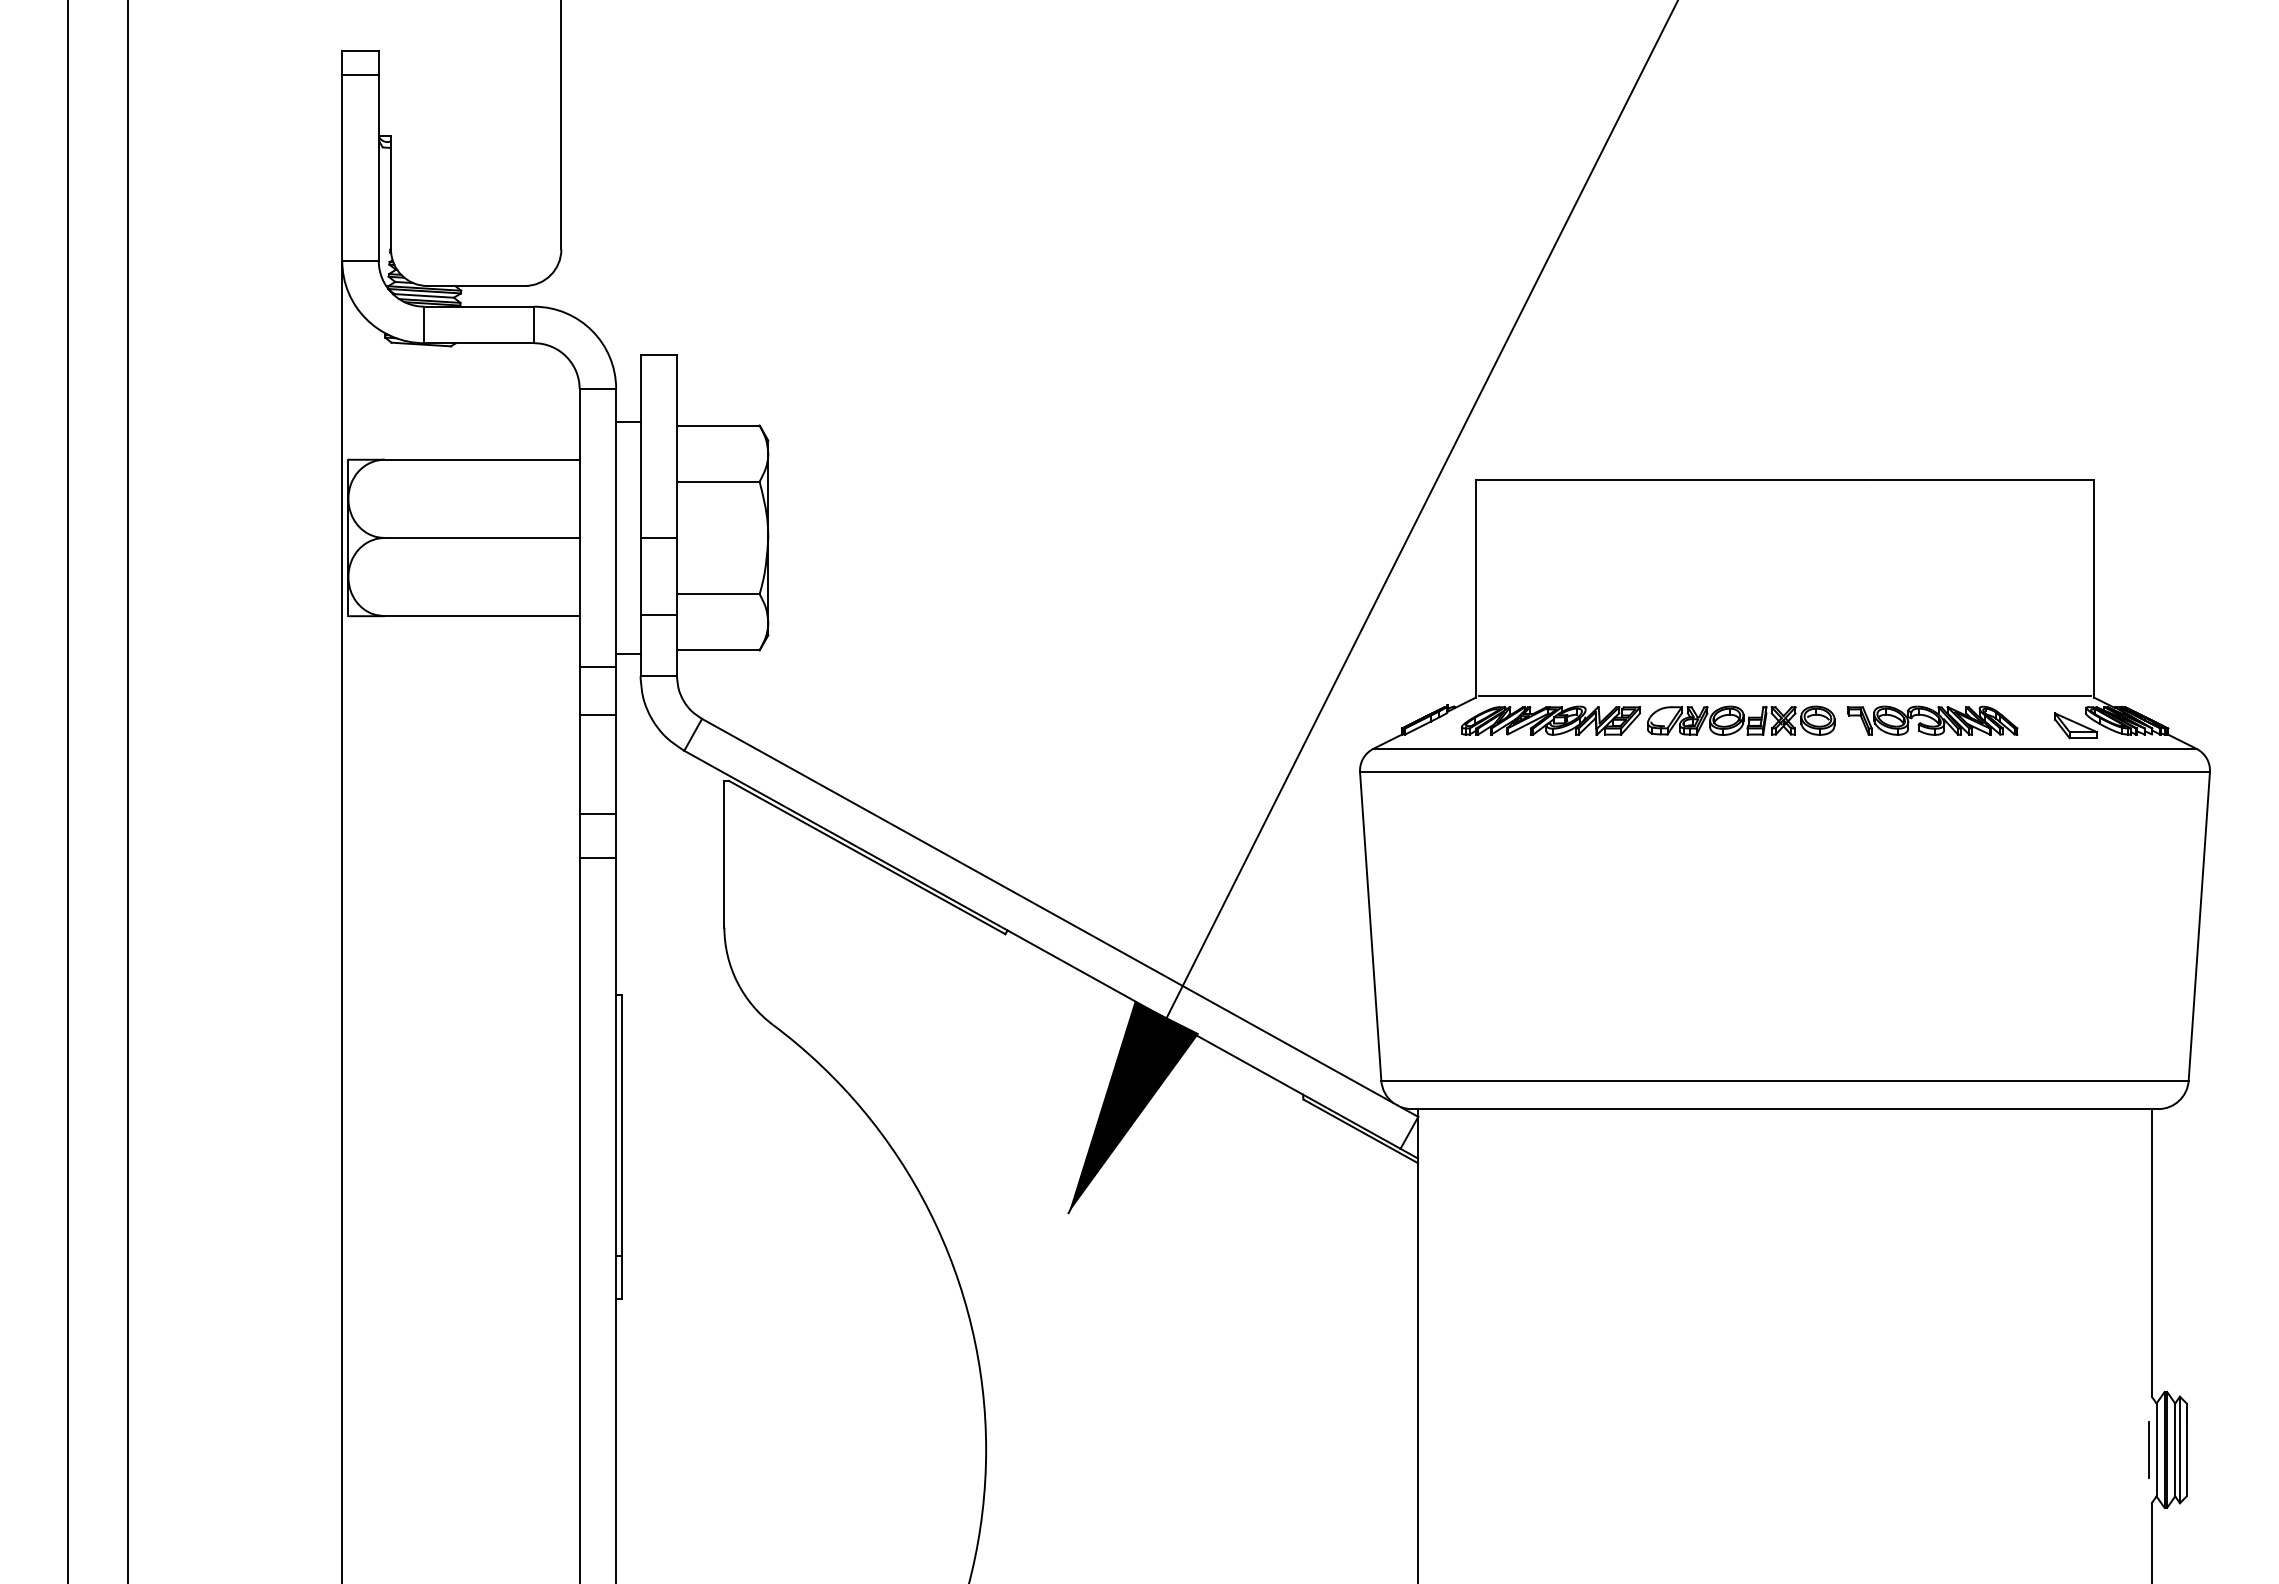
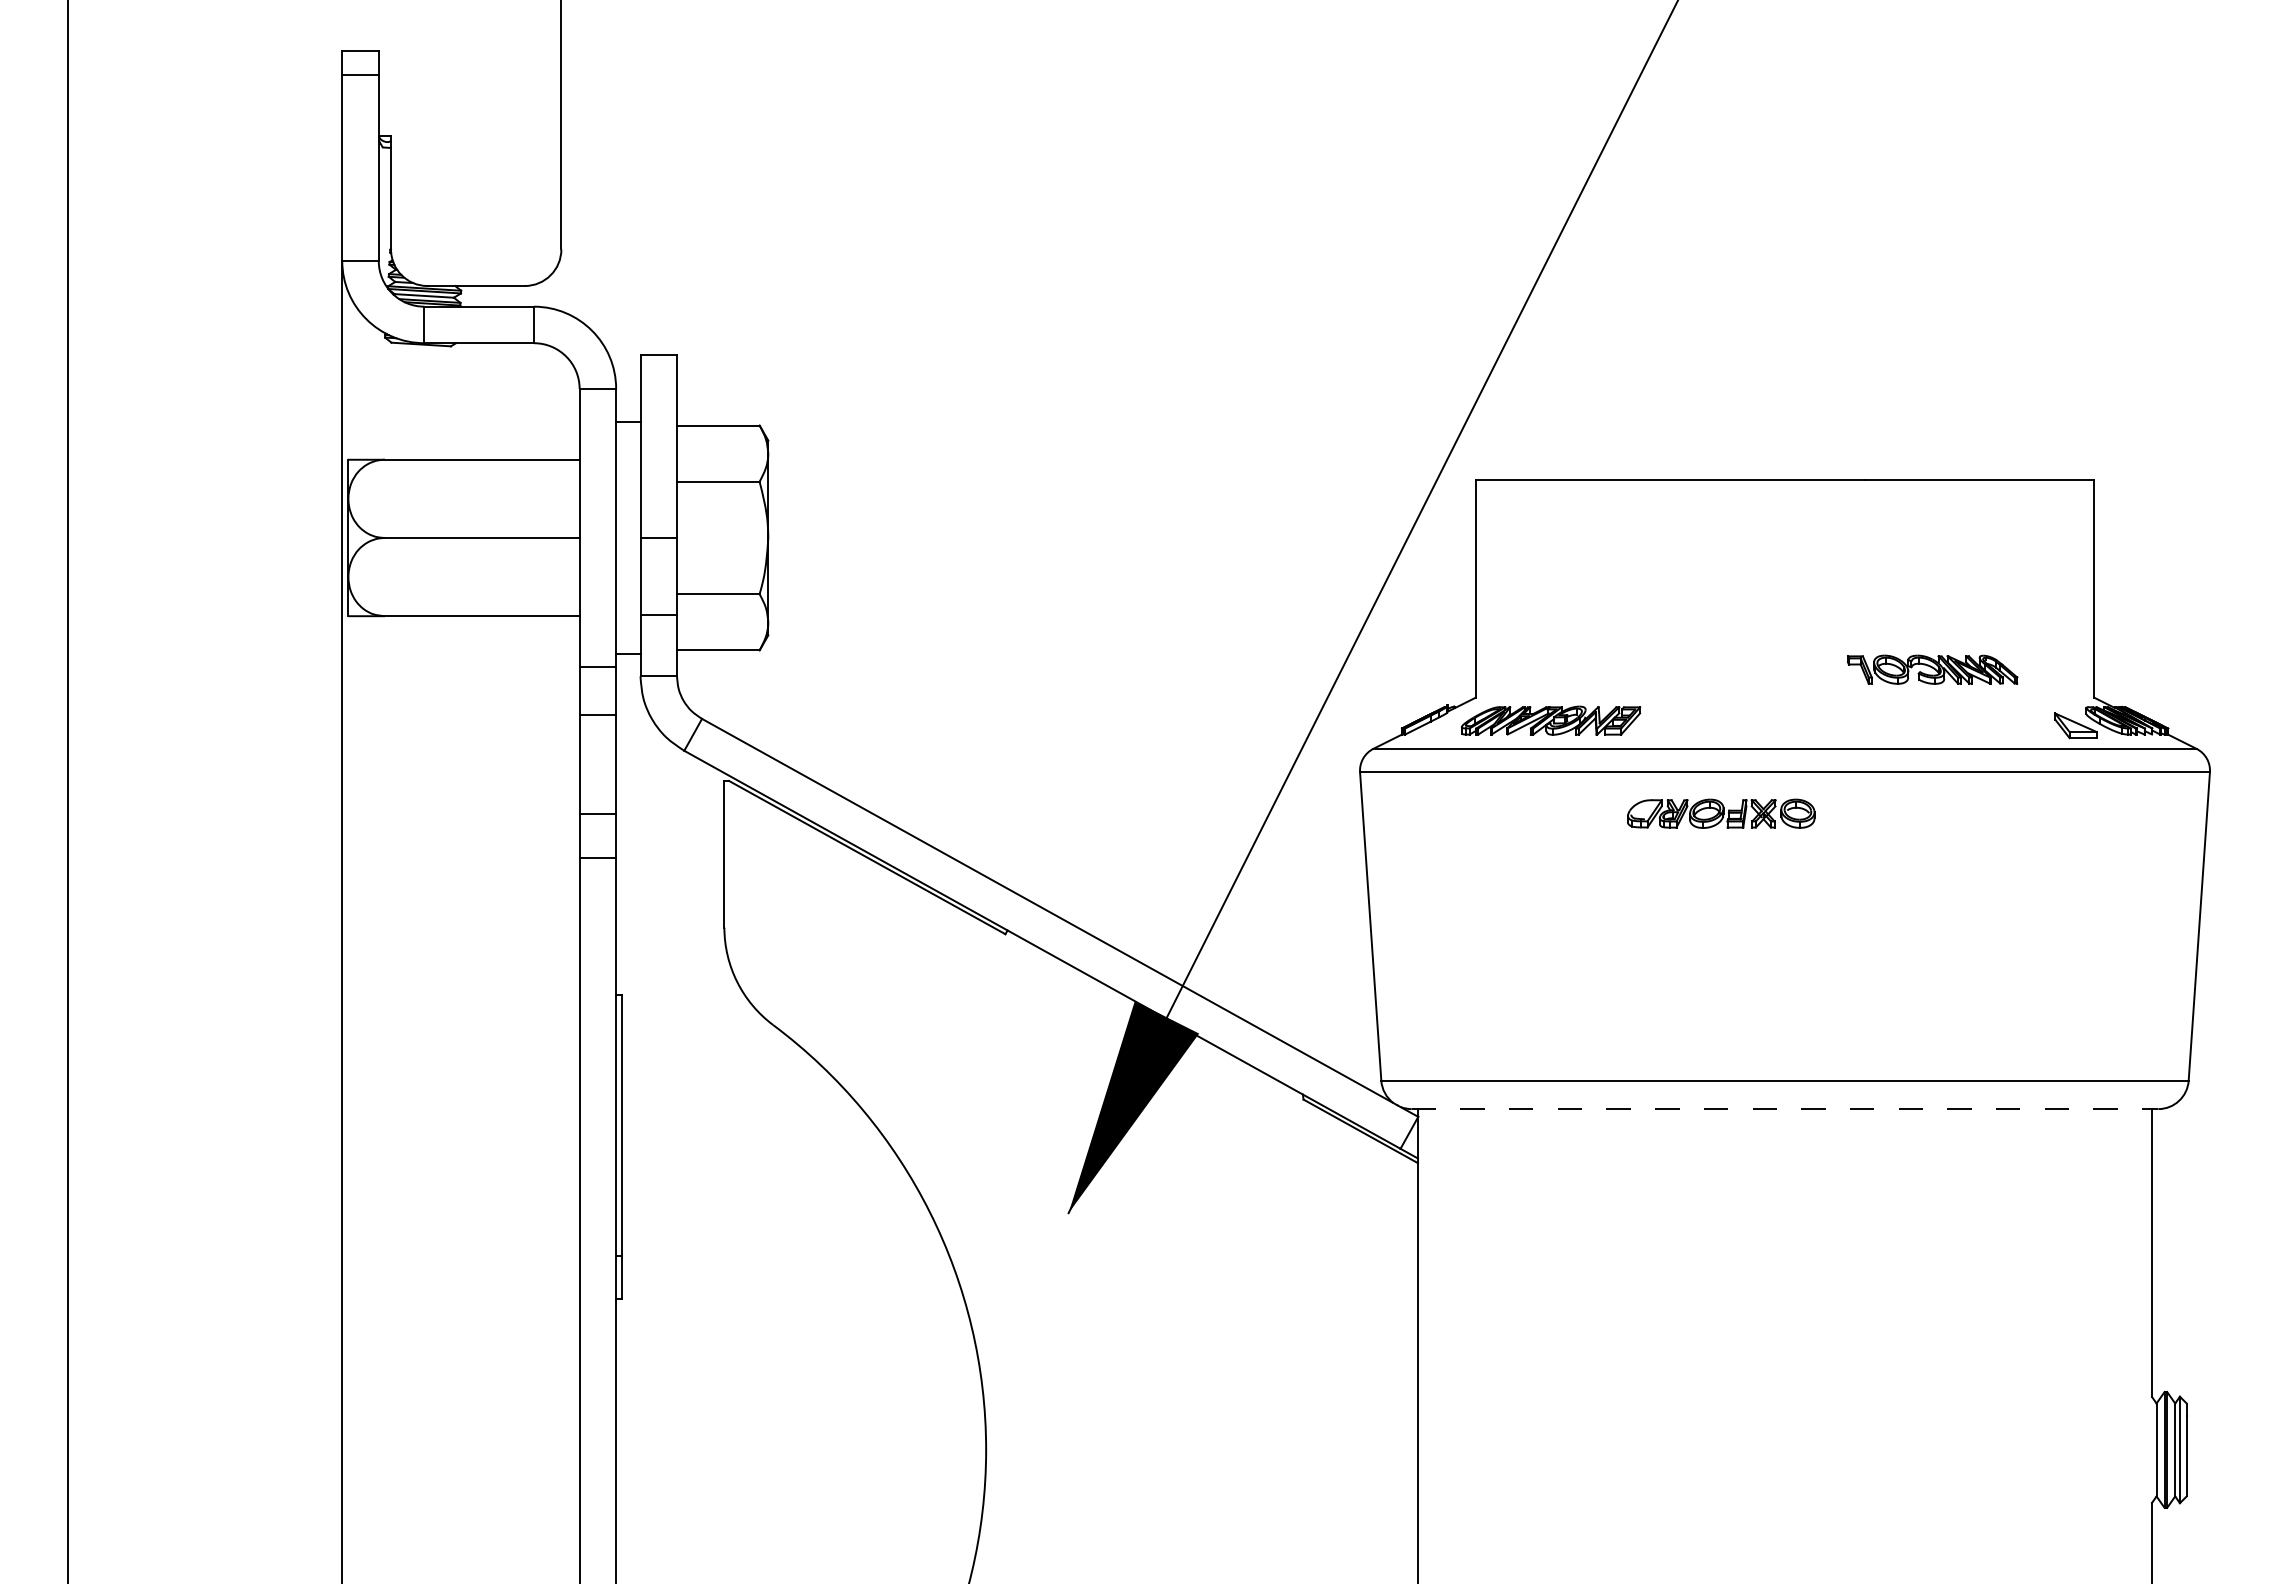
line at (1784, 696): present -> none
part at (1741, 720) position: (1741, 720) -> (1721, 813)
part at (1932, 720) position: (1932, 720) -> (1932, 669)
line at (128, 791): present -> none
line at (1785, 1109): solid -> dashed
line at (2148, 1449): present -> none
